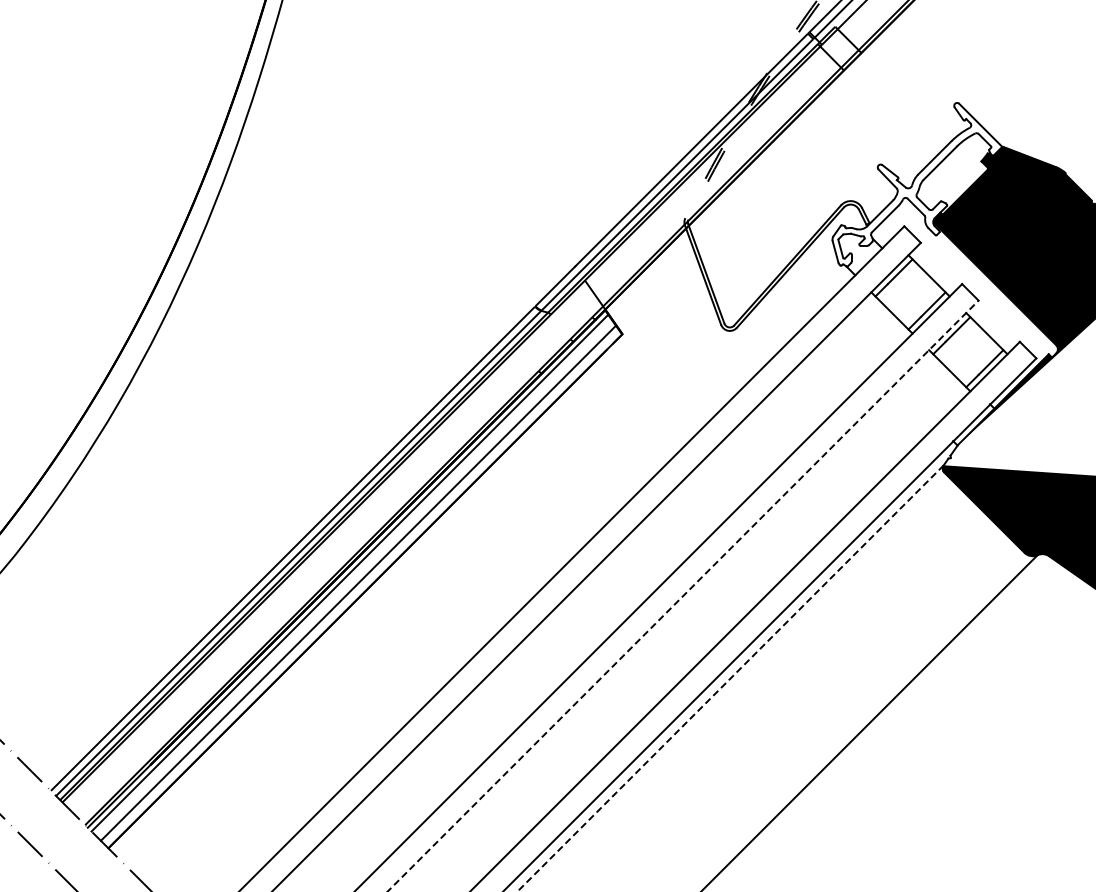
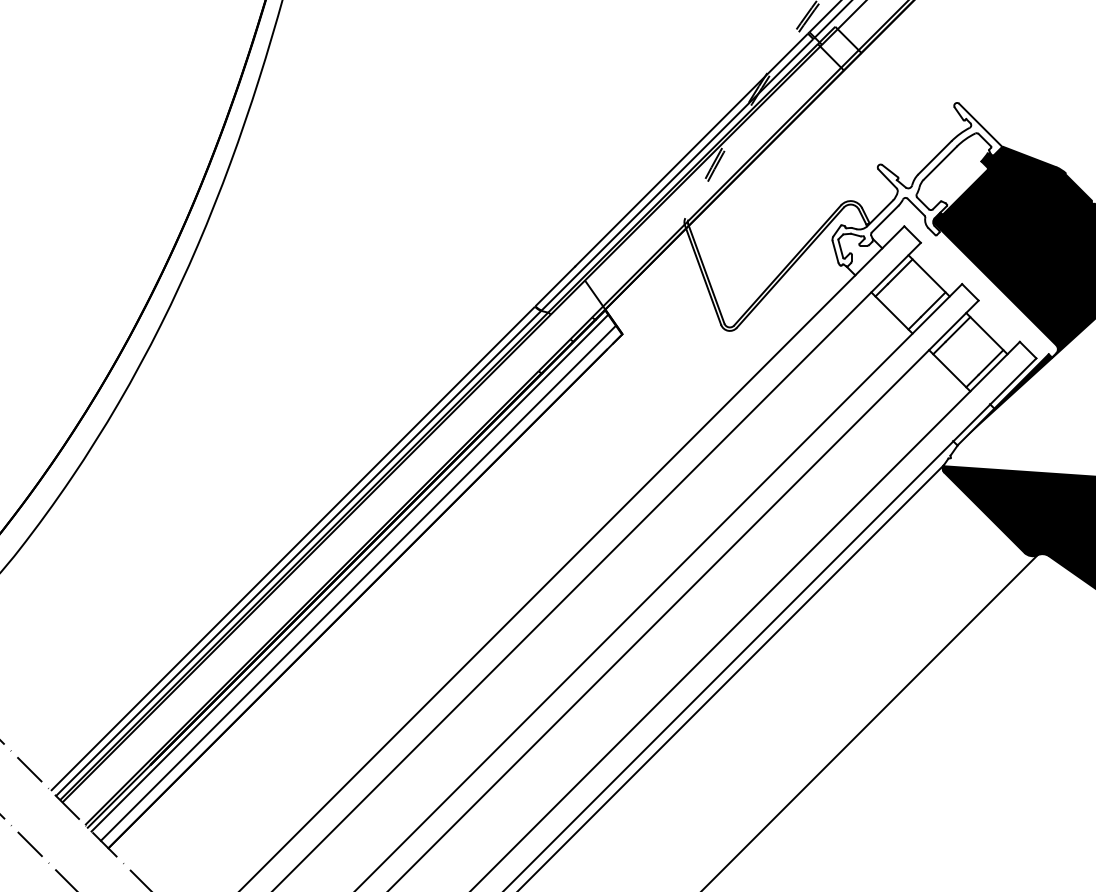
line at (683, 596): dashed -> solid
line at (730, 678): dashed -> solid
